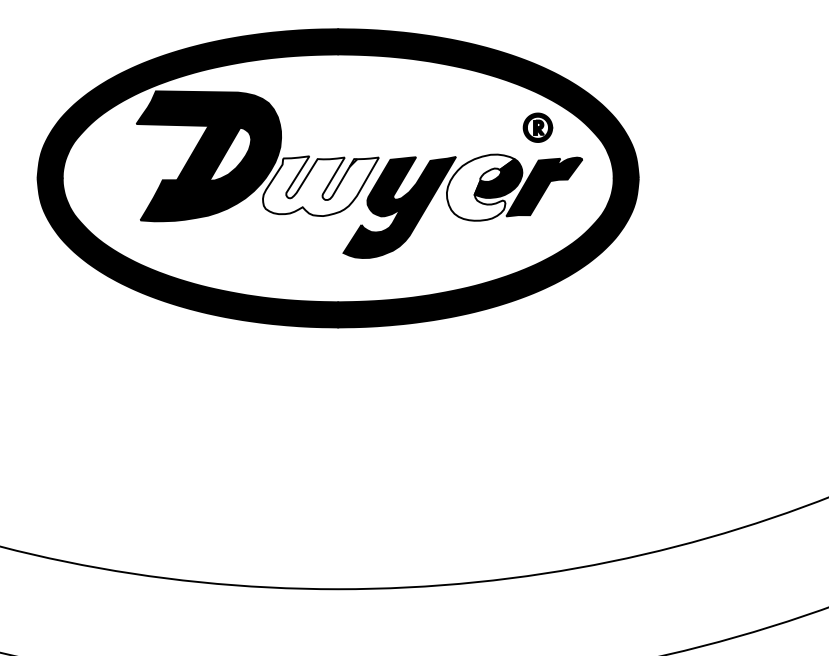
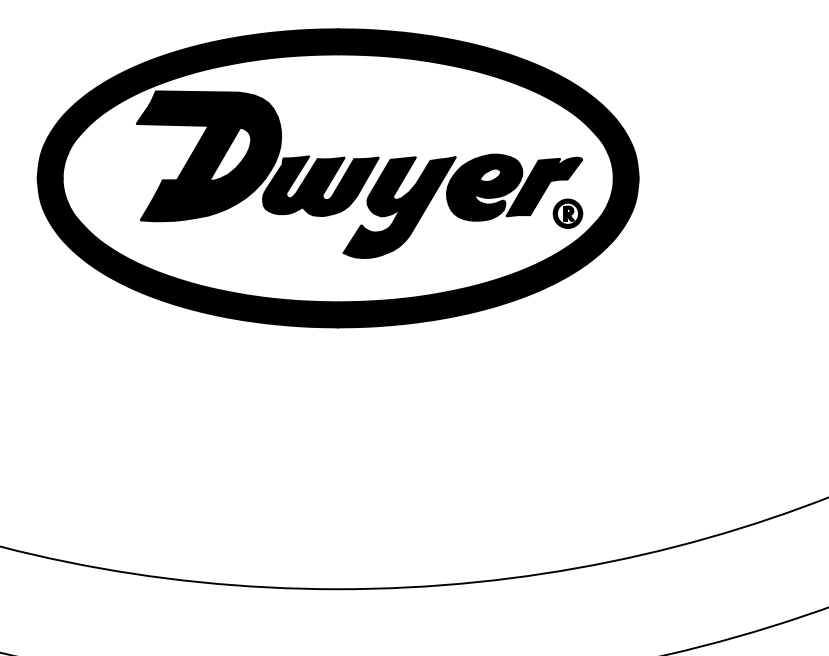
part at (537, 127) position: (537, 127) -> (567, 213)
fill at (320, 186): none -> present
fill at (480, 187): none -> present
